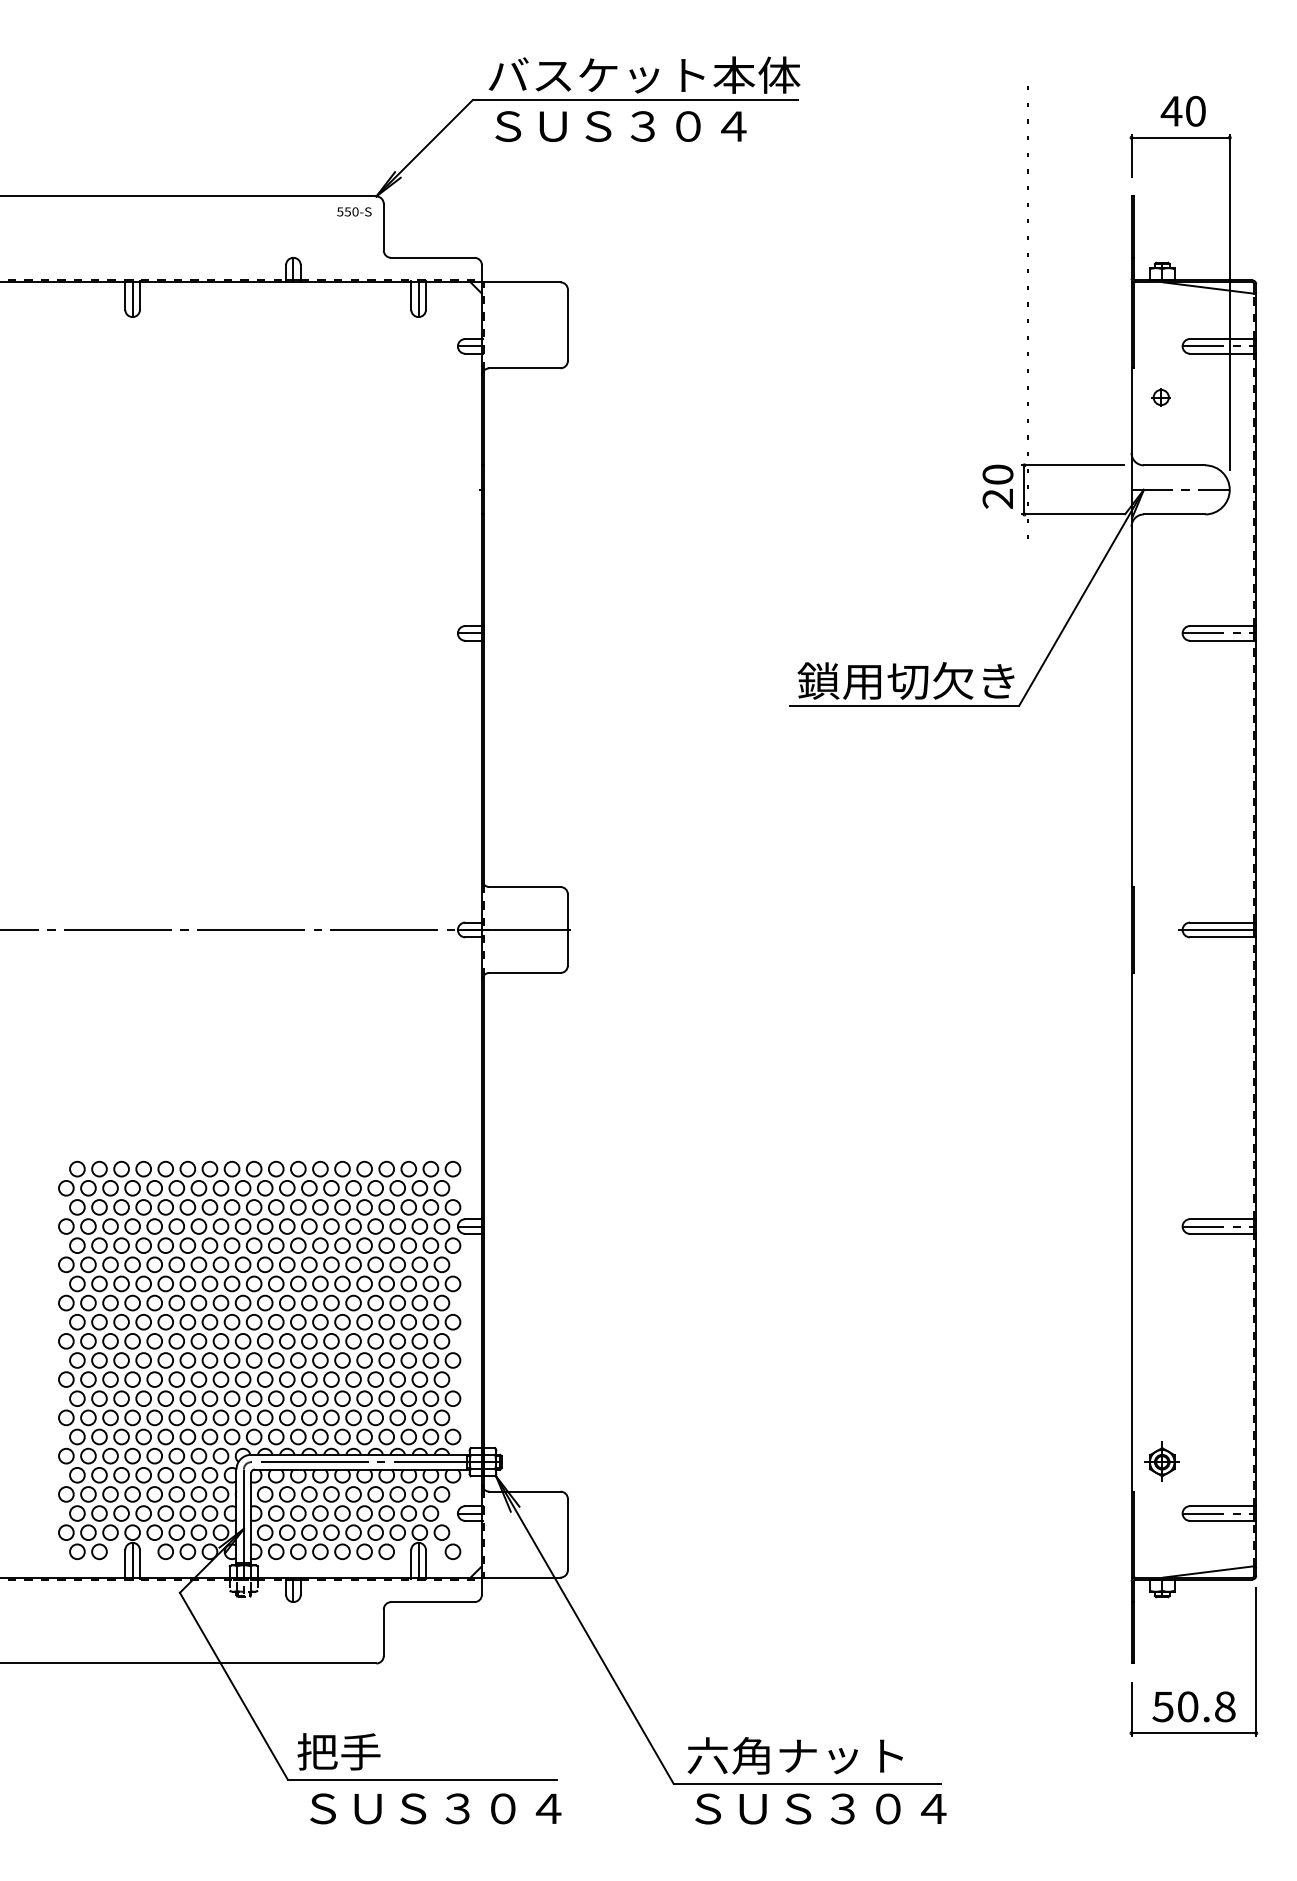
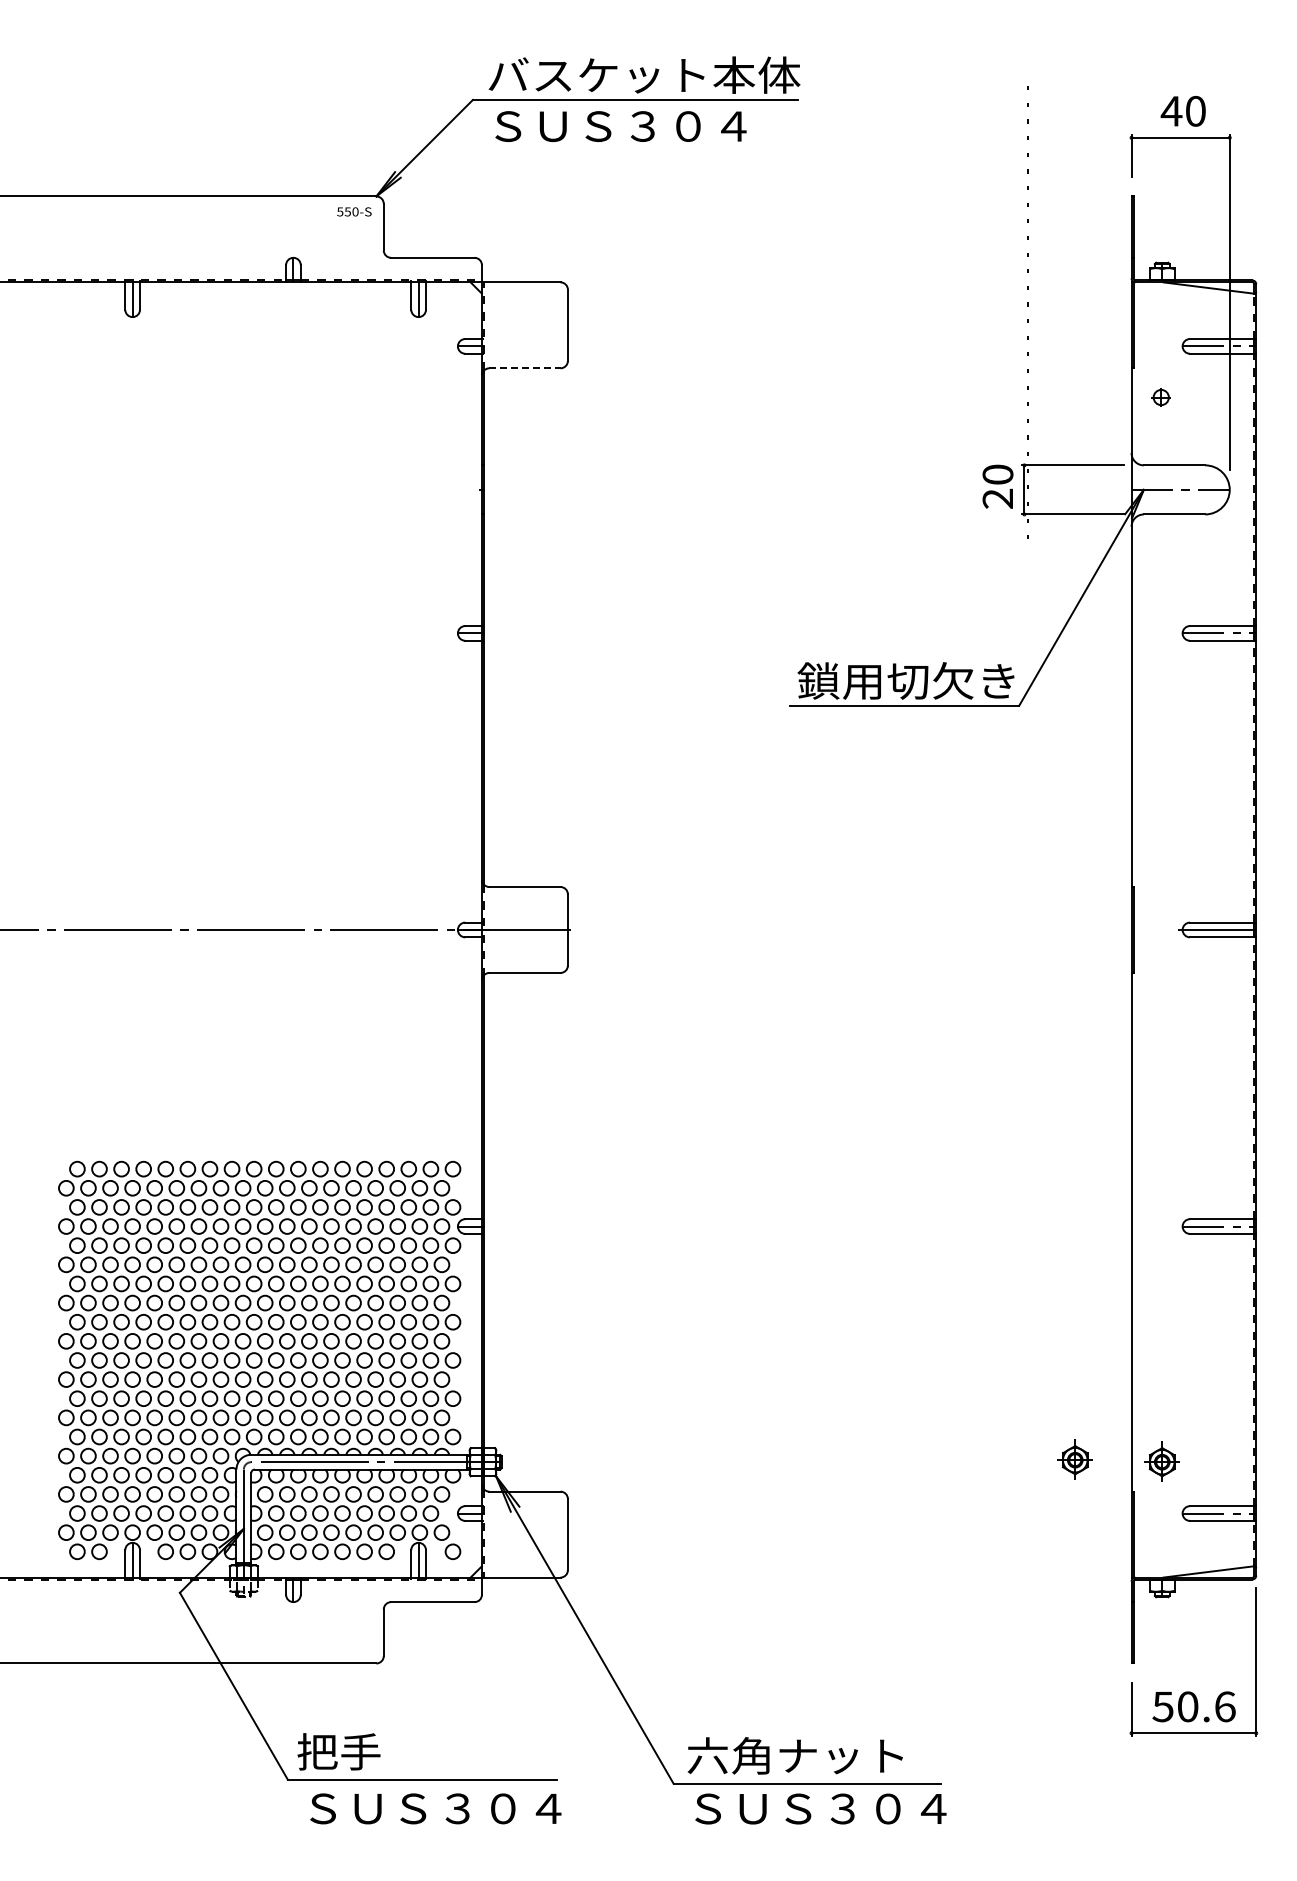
line at (524, 368): solid -> dashed
part at (1074, 1459): none -> present
text at (1225, 1706): 50.8 -> 50.6
